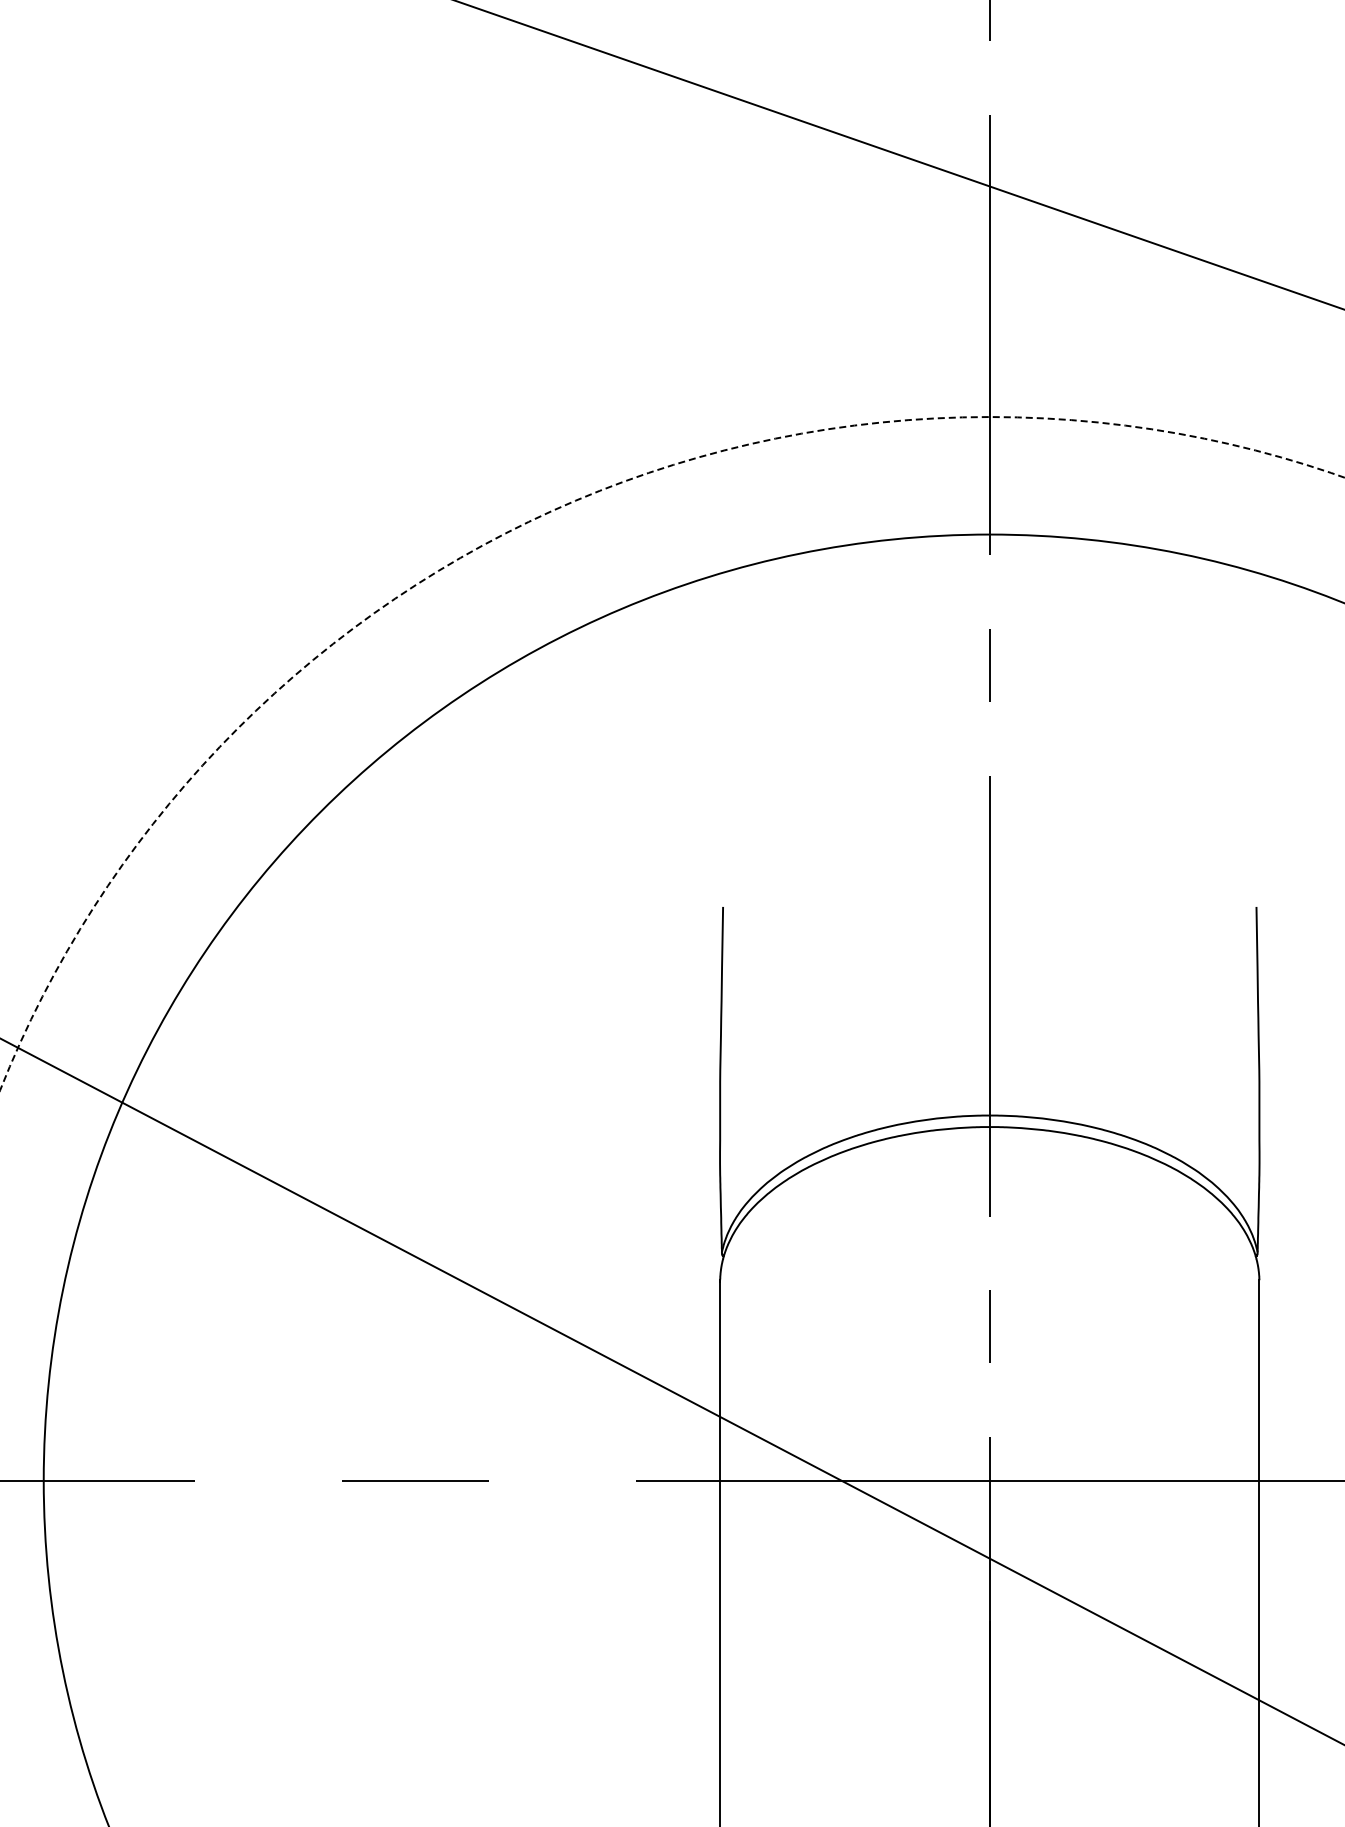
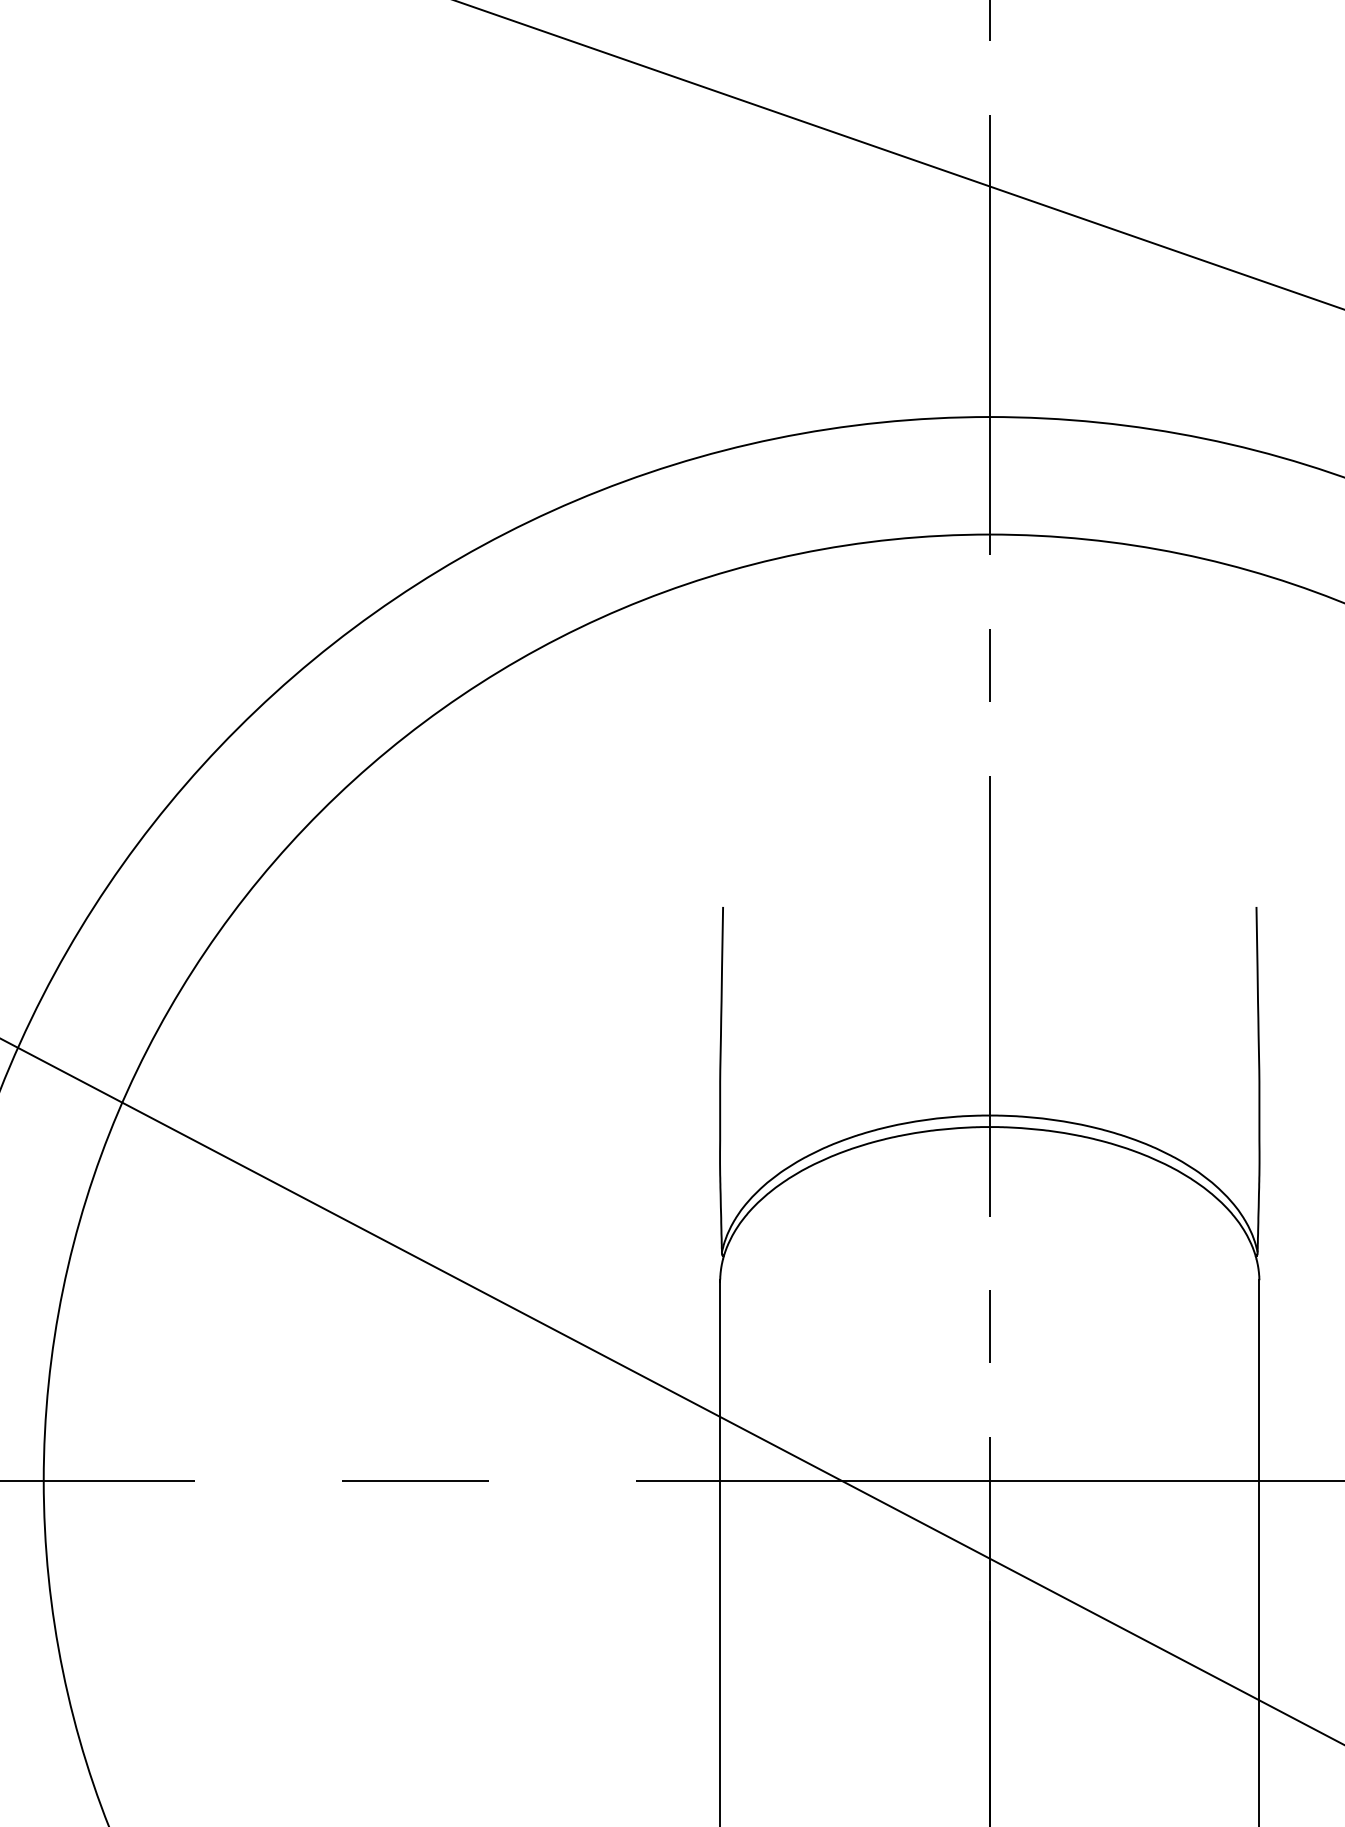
circle at (672, 753): dashed -> solid
